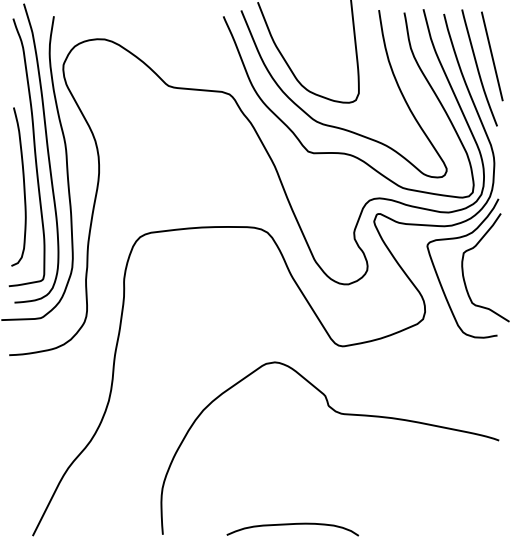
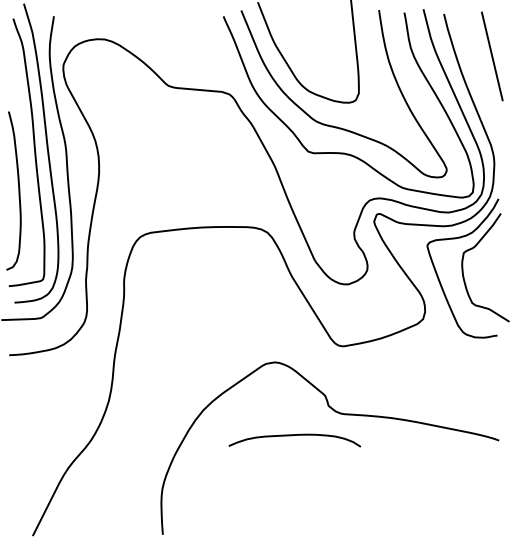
curve at (478, 67): present -> none
curve at (23, 186) position: (23, 186) -> (18, 190)
curve at (290, 525) position: (290, 525) -> (292, 436)
